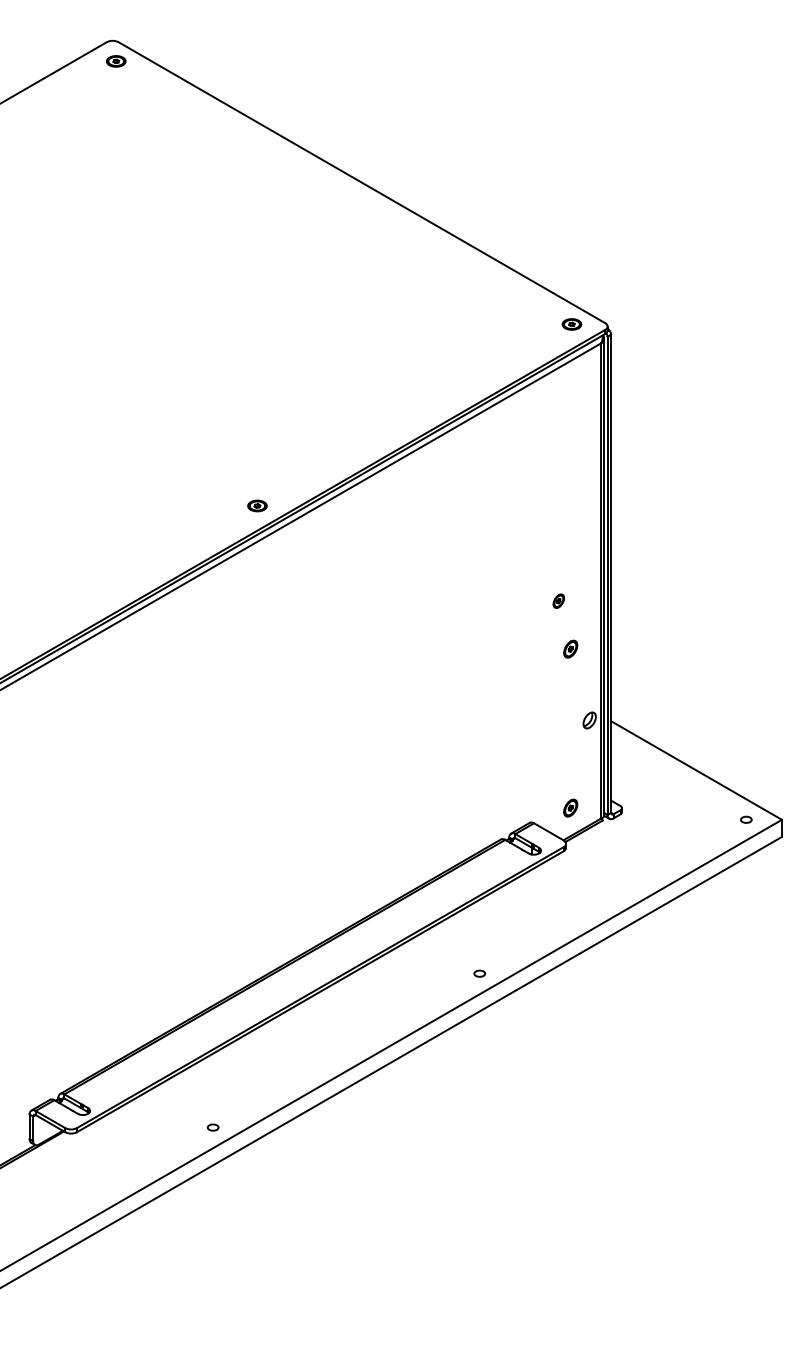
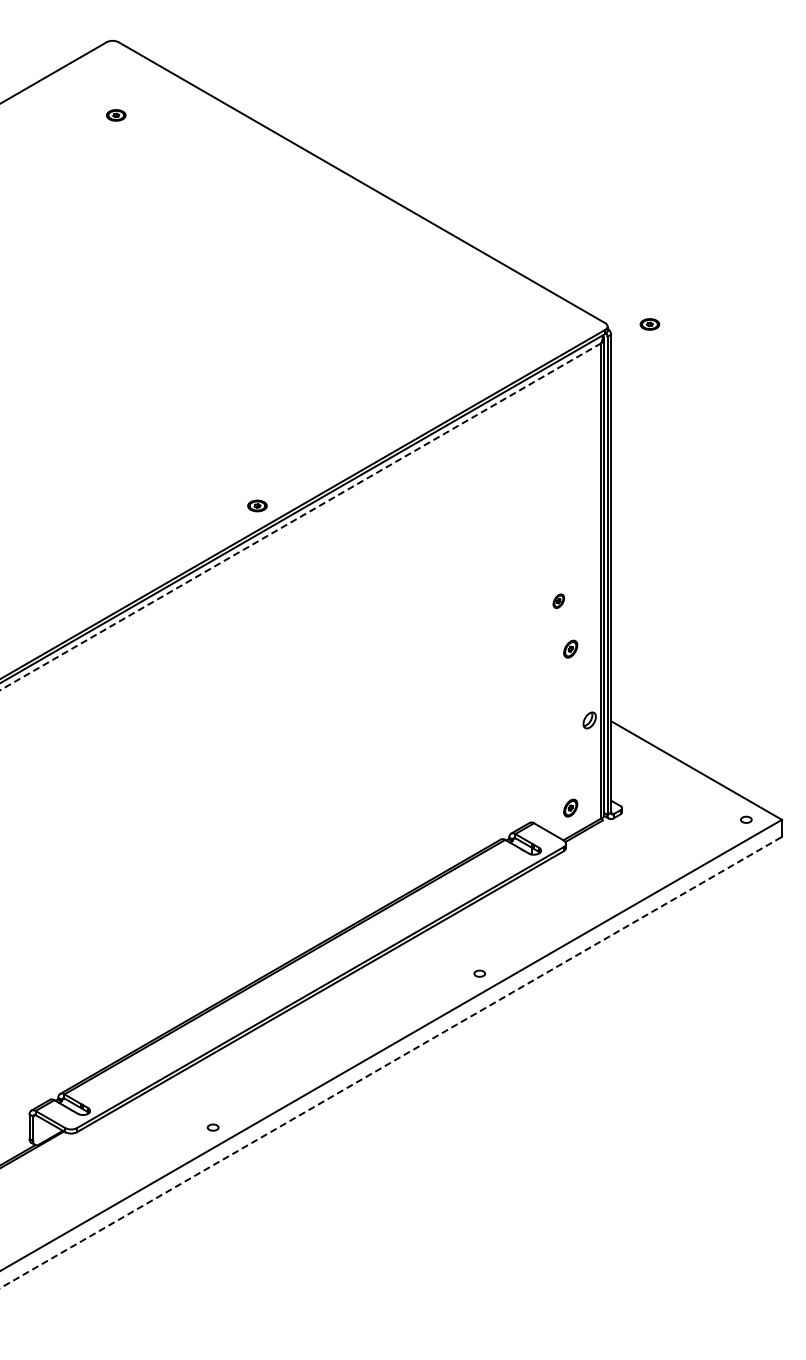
part at (116, 61) position: (116, 61) -> (116, 115)
part at (571, 324) position: (571, 324) -> (649, 324)
line at (300, 516): solid -> dashed
line at (391, 1062): solid -> dashed
